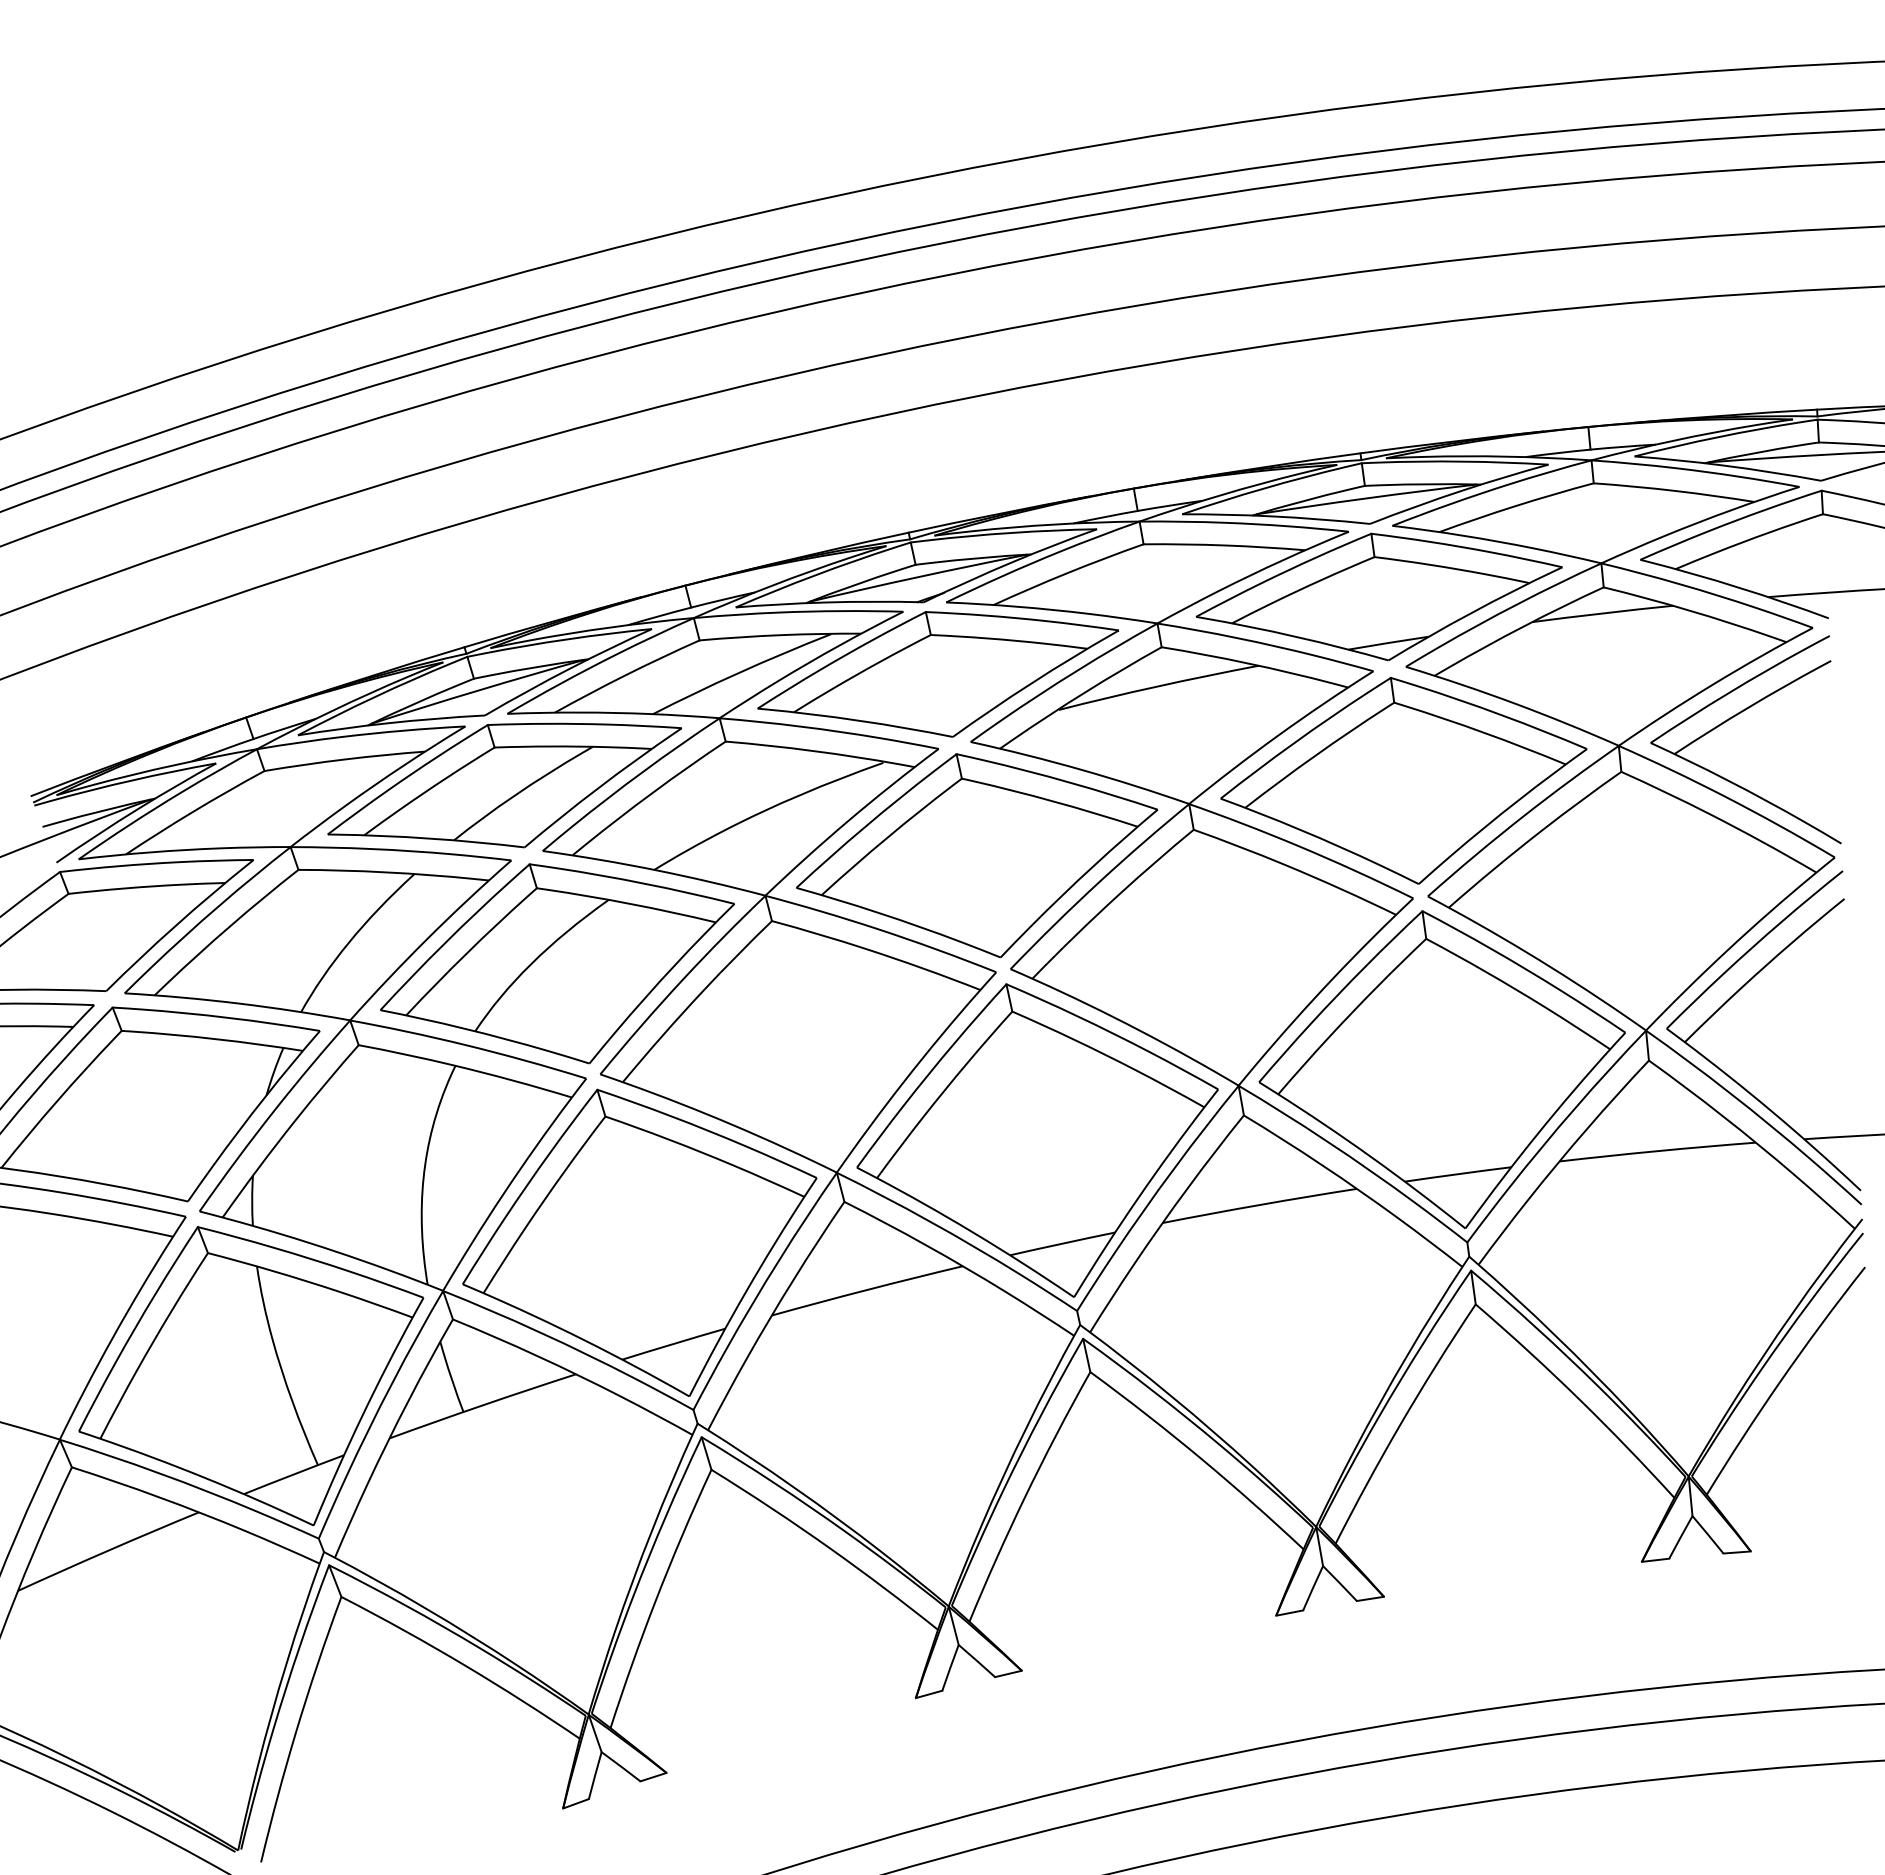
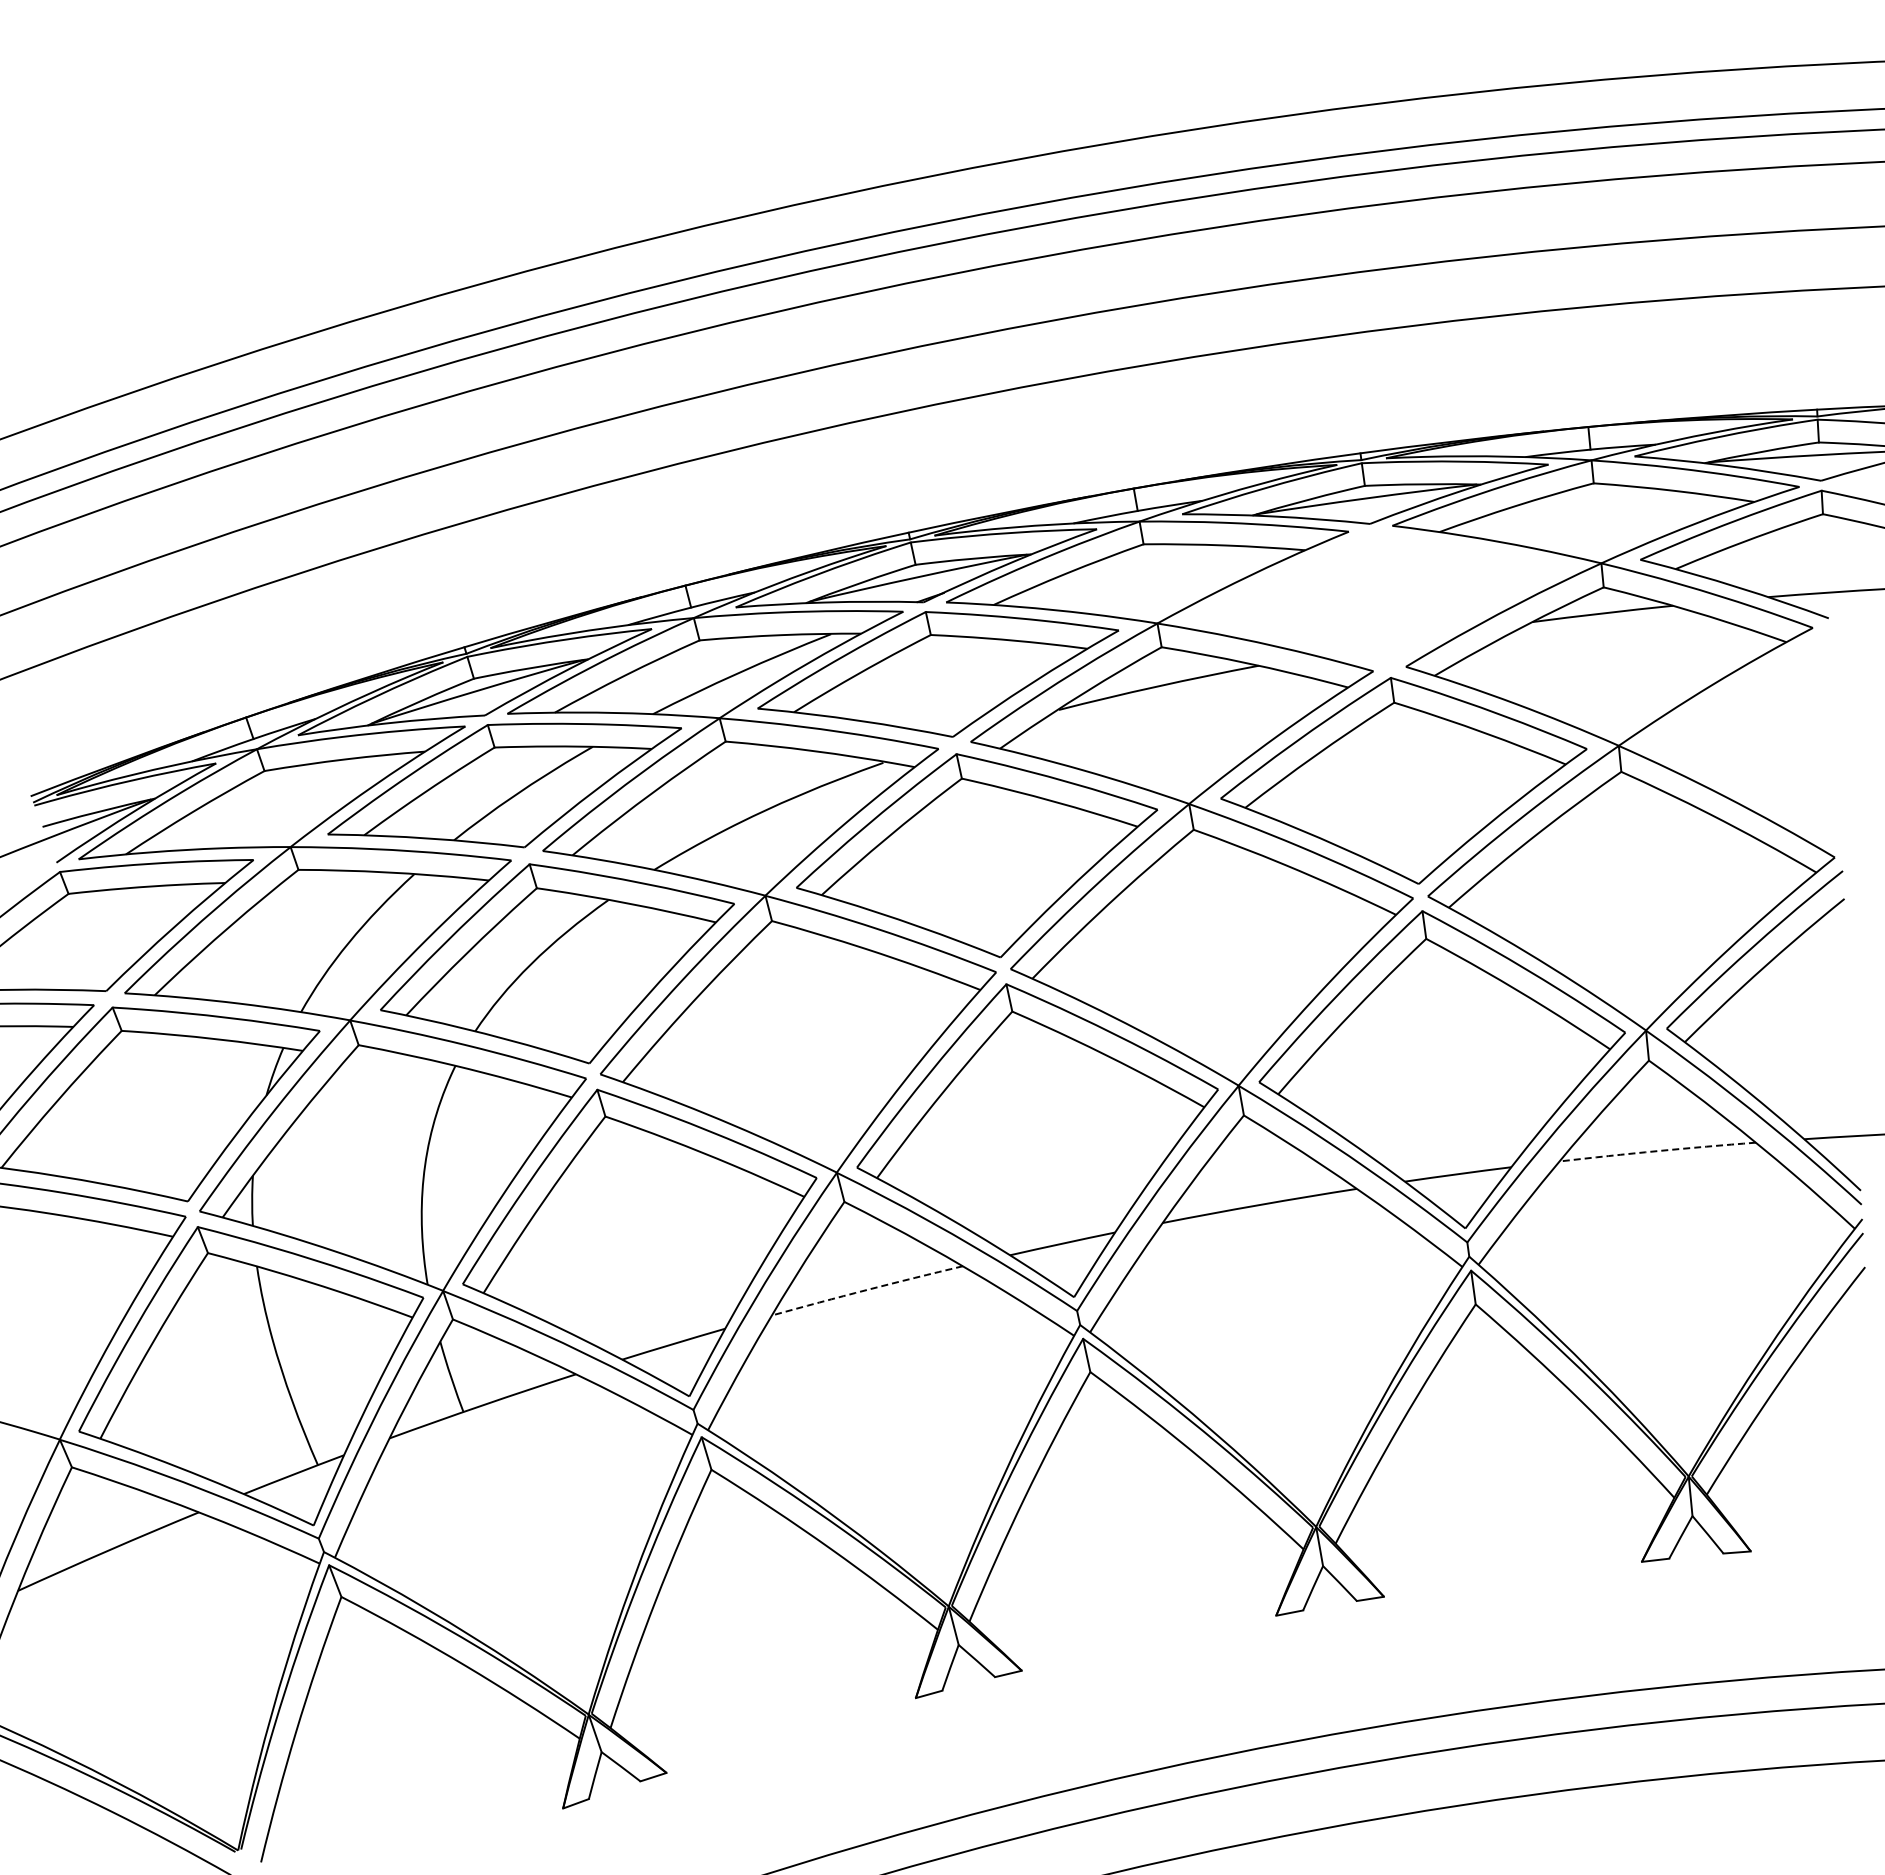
part at (1378, 596): present -> none
part at (1734, 717): present -> none
arc at (1657, 1151): solid -> dashed
arc at (867, 1289): solid -> dashed
